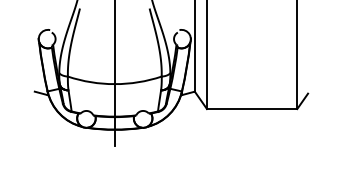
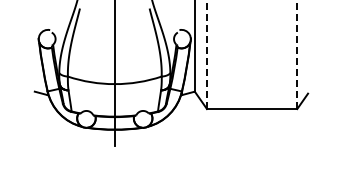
line at (207, 54): solid -> dashed
line at (297, 54): solid -> dashed
